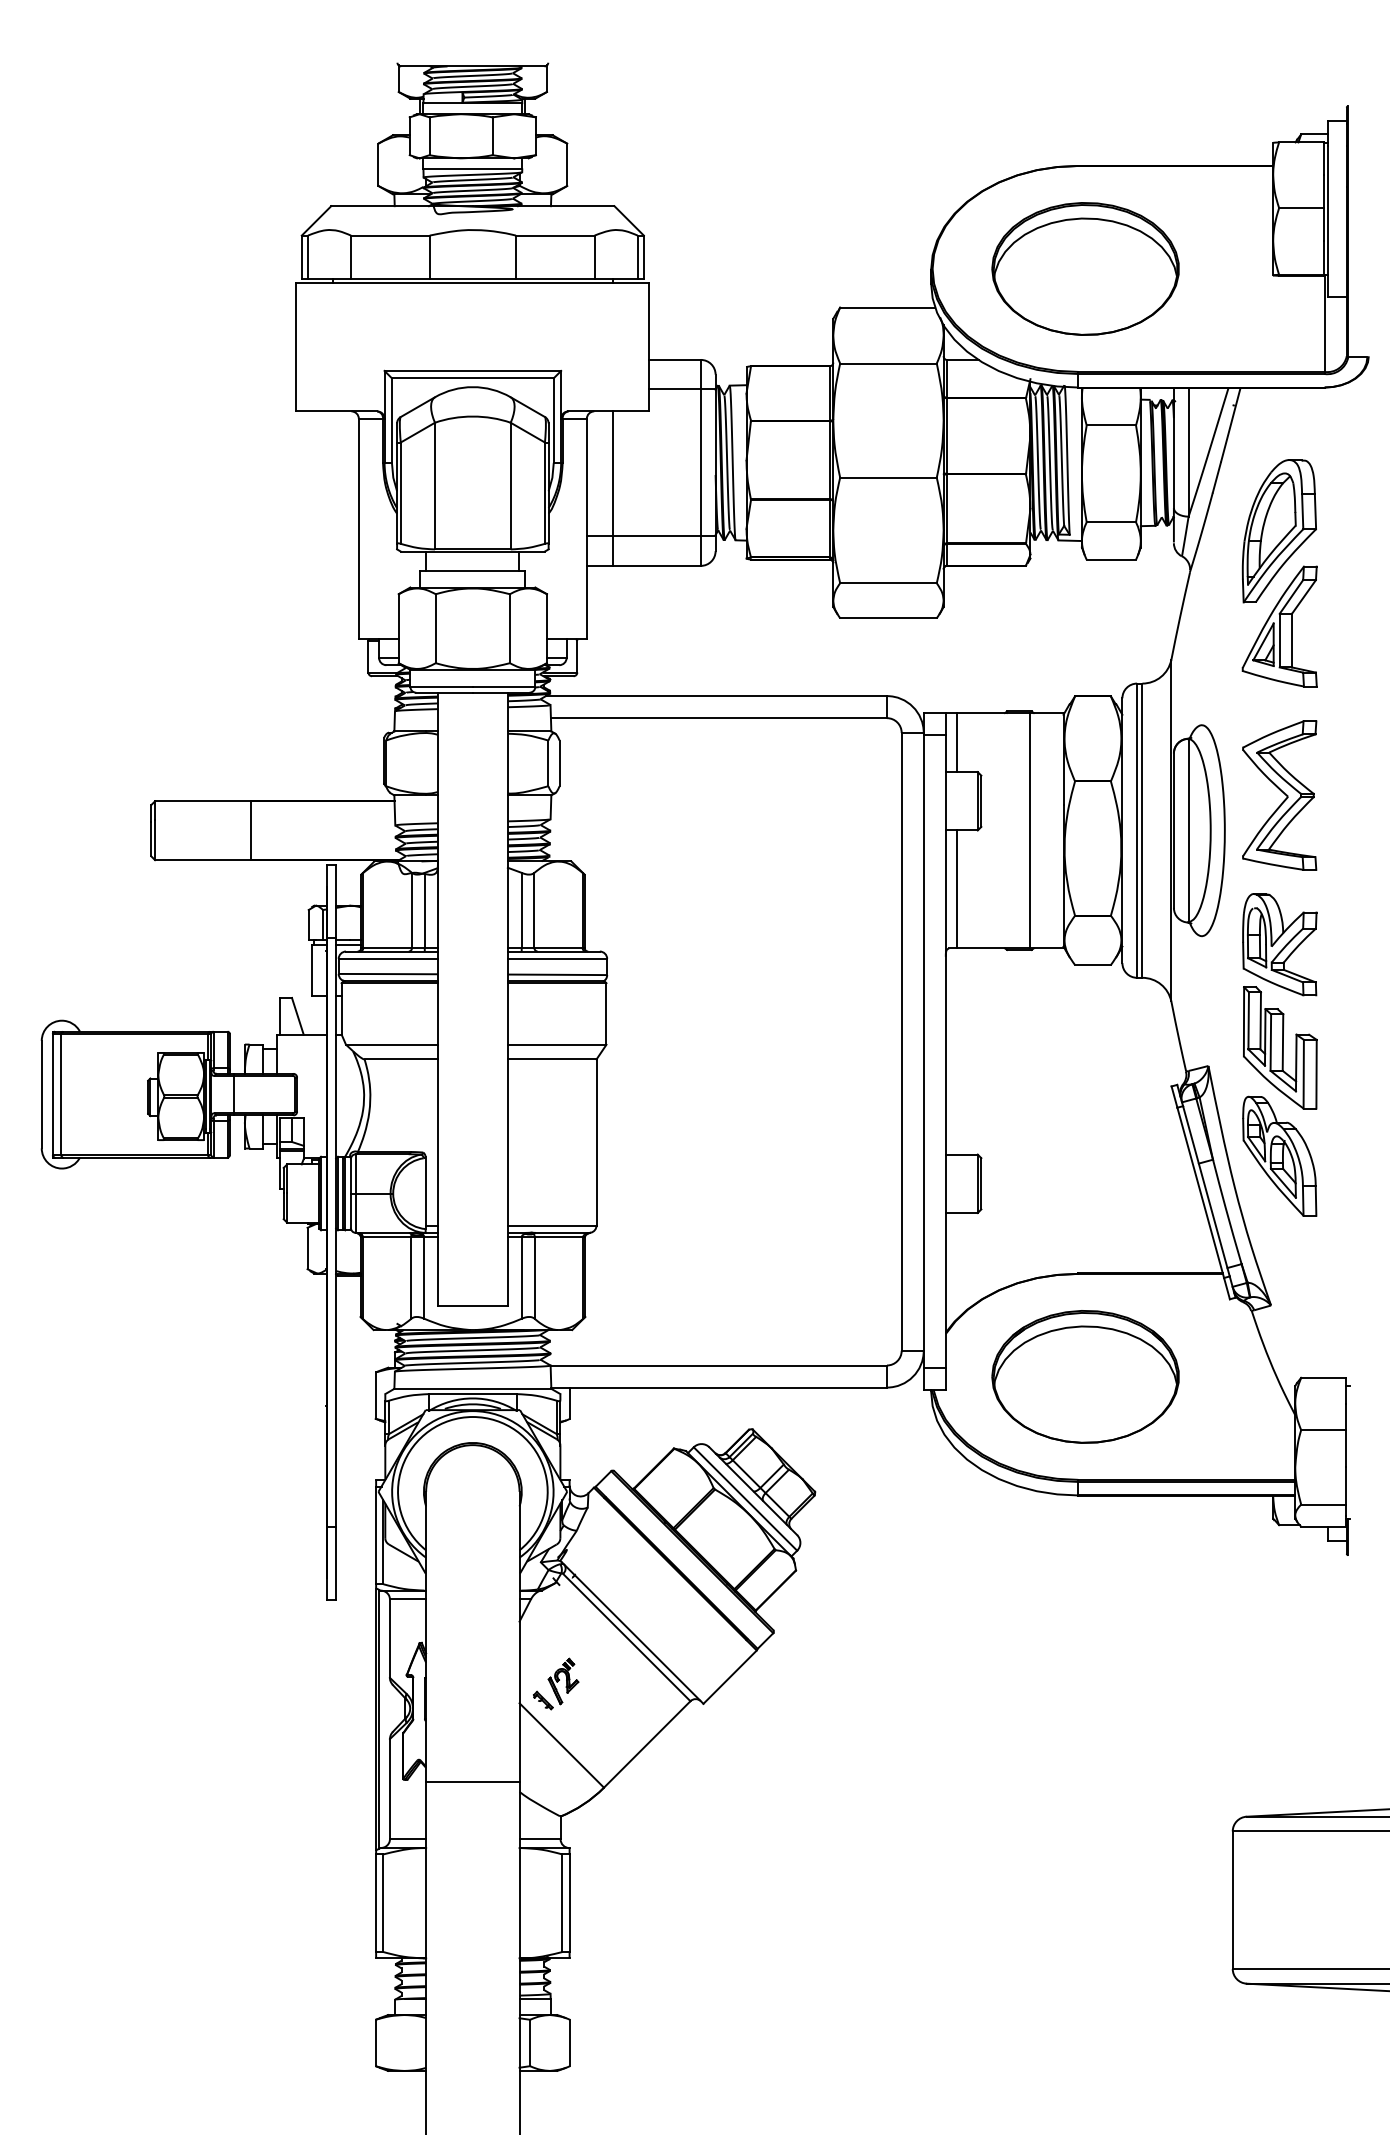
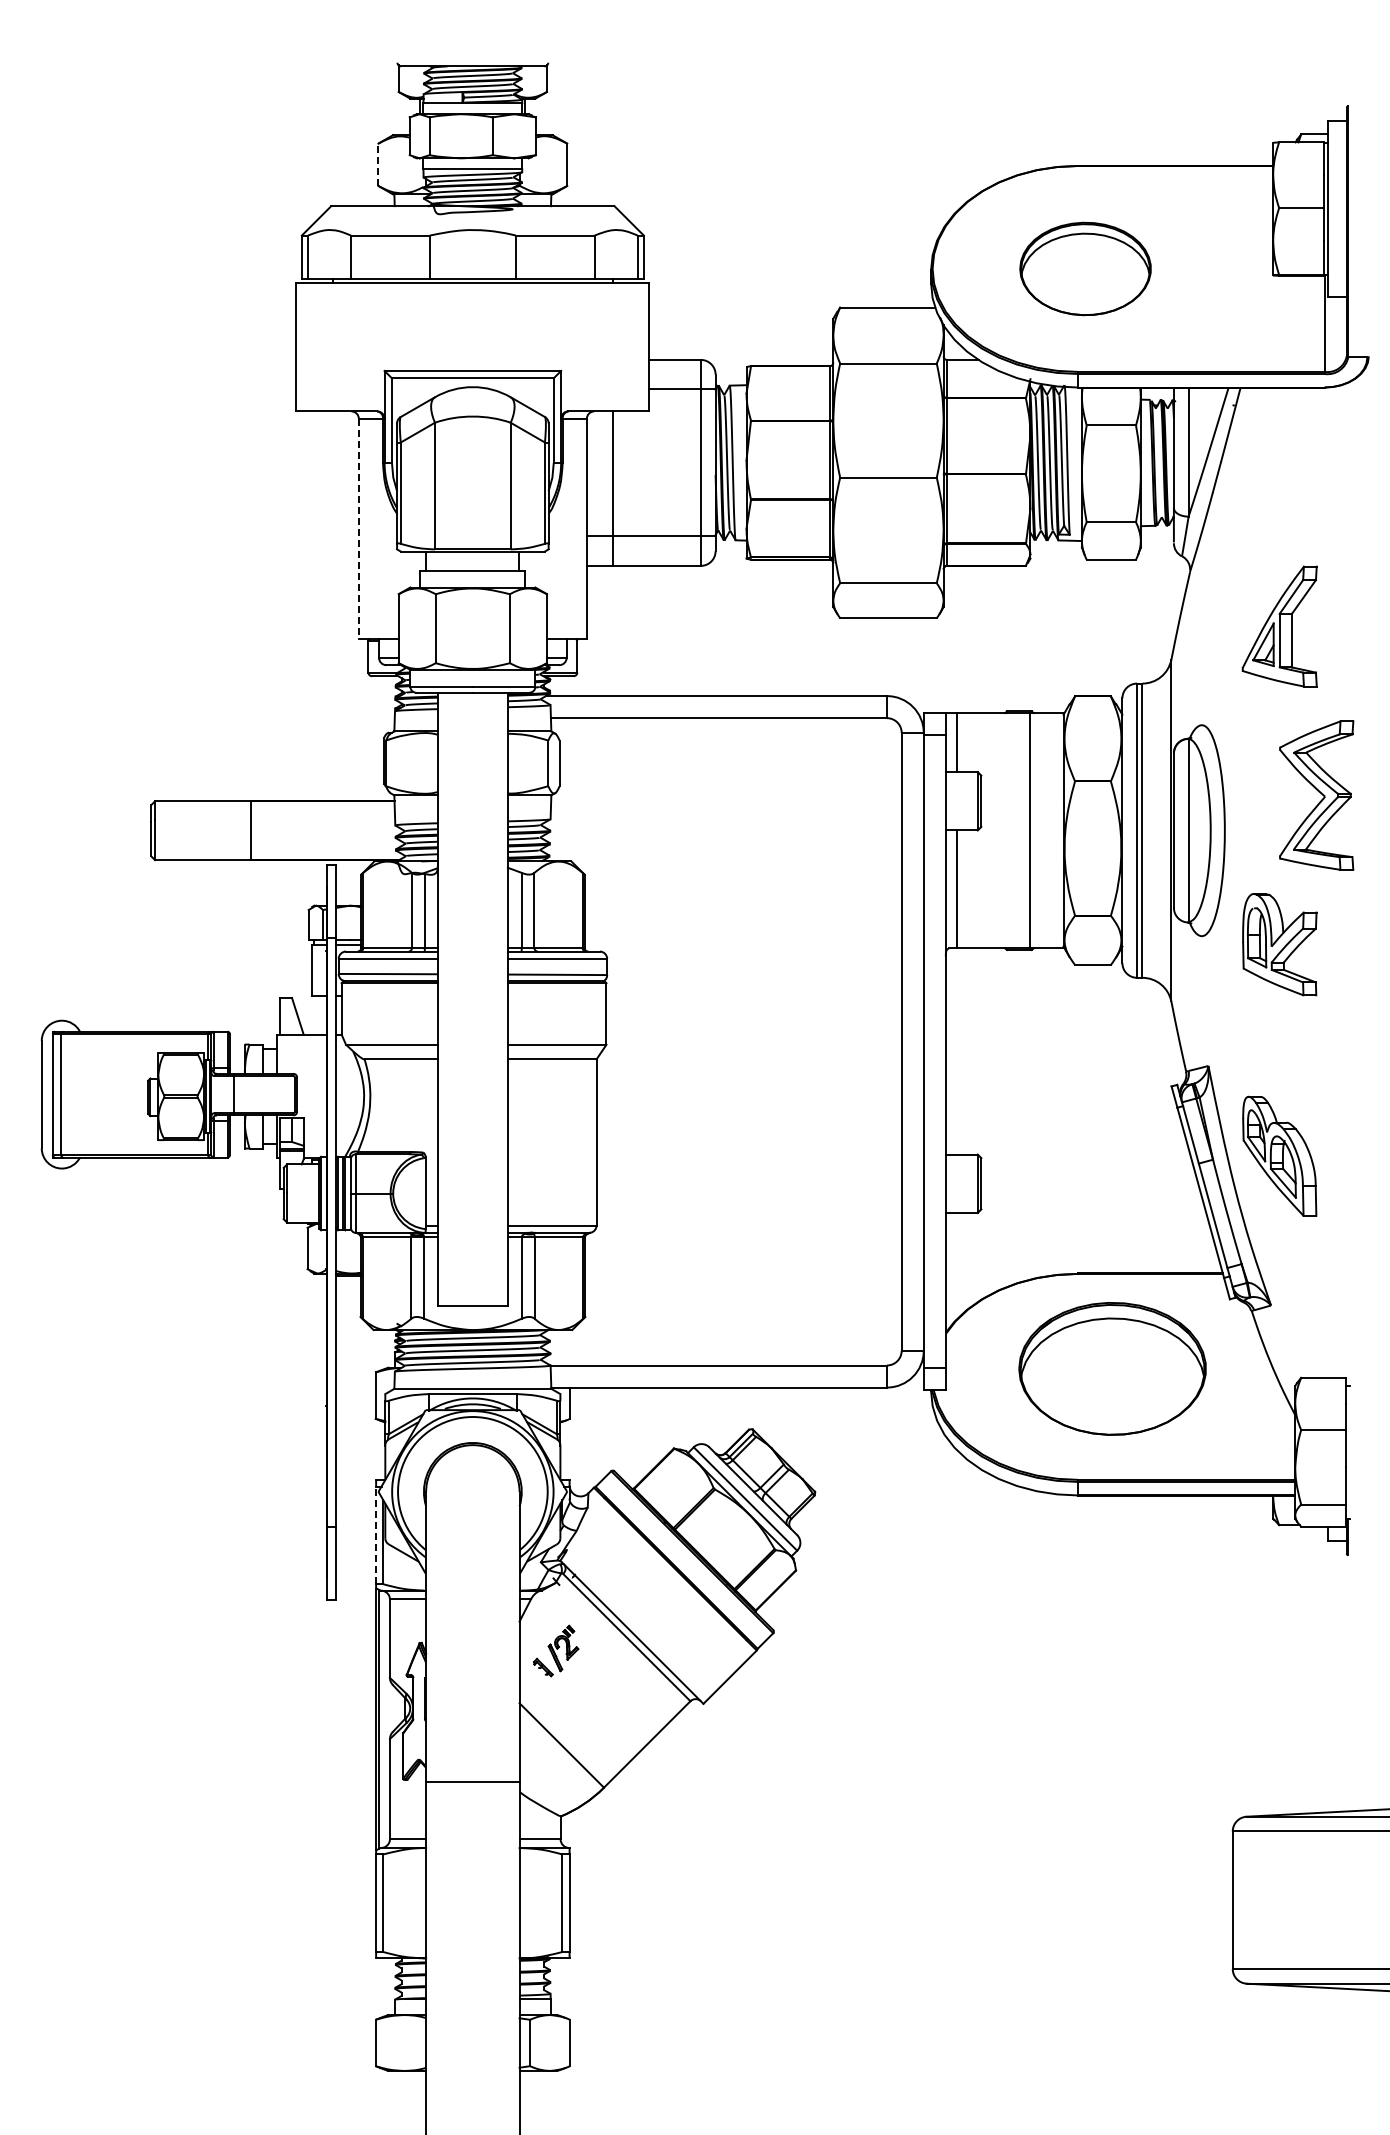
line at (378, 164): solid -> dashed
part at (1085, 268) size: 189x134 px -> 133x96 px
line at (358, 529): solid -> dashed
part at (1278, 531): present -> none
part at (1279, 795) position: (1279, 795) -> (1316, 795)
part at (1280, 1047): present -> none
part at (1085, 1376) position: (1085, 1376) -> (1112, 1368)
line at (376, 1535): solid -> dashed
part at (556, 1683) position: (556, 1683) -> (556, 1650)
